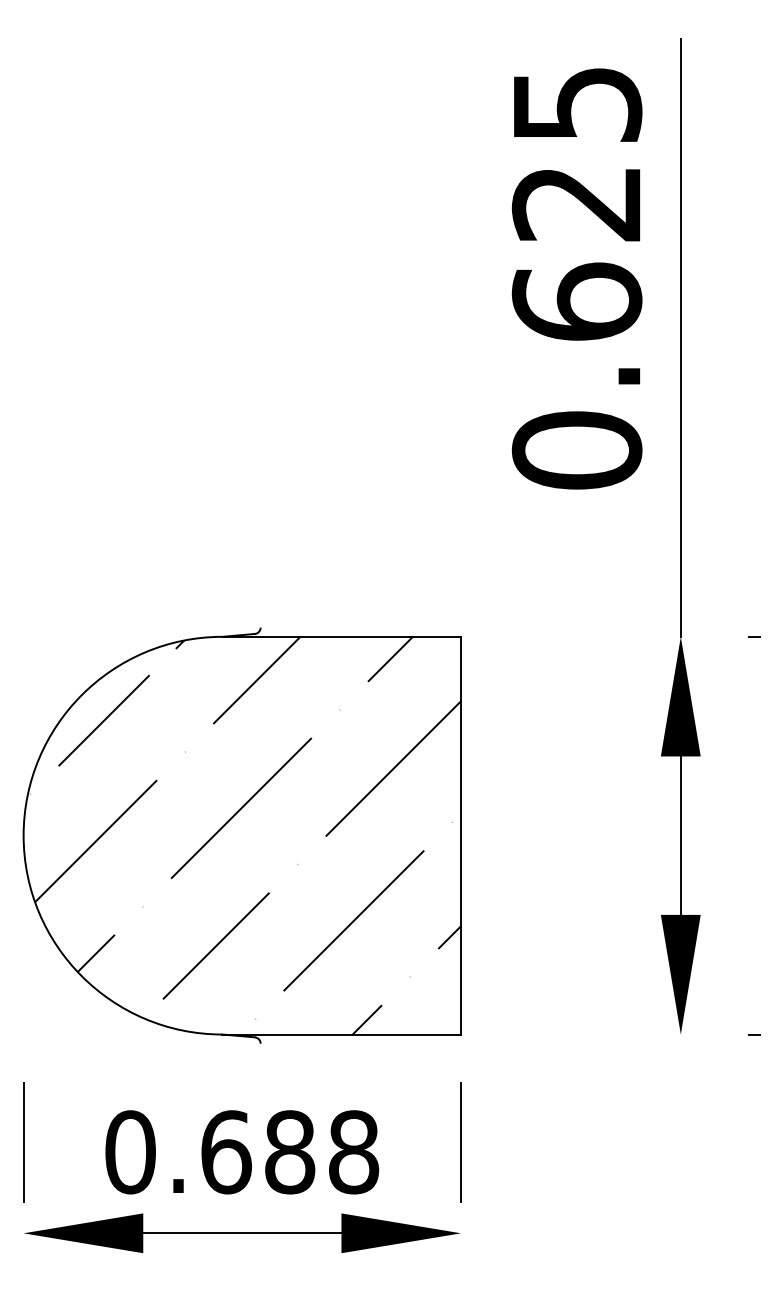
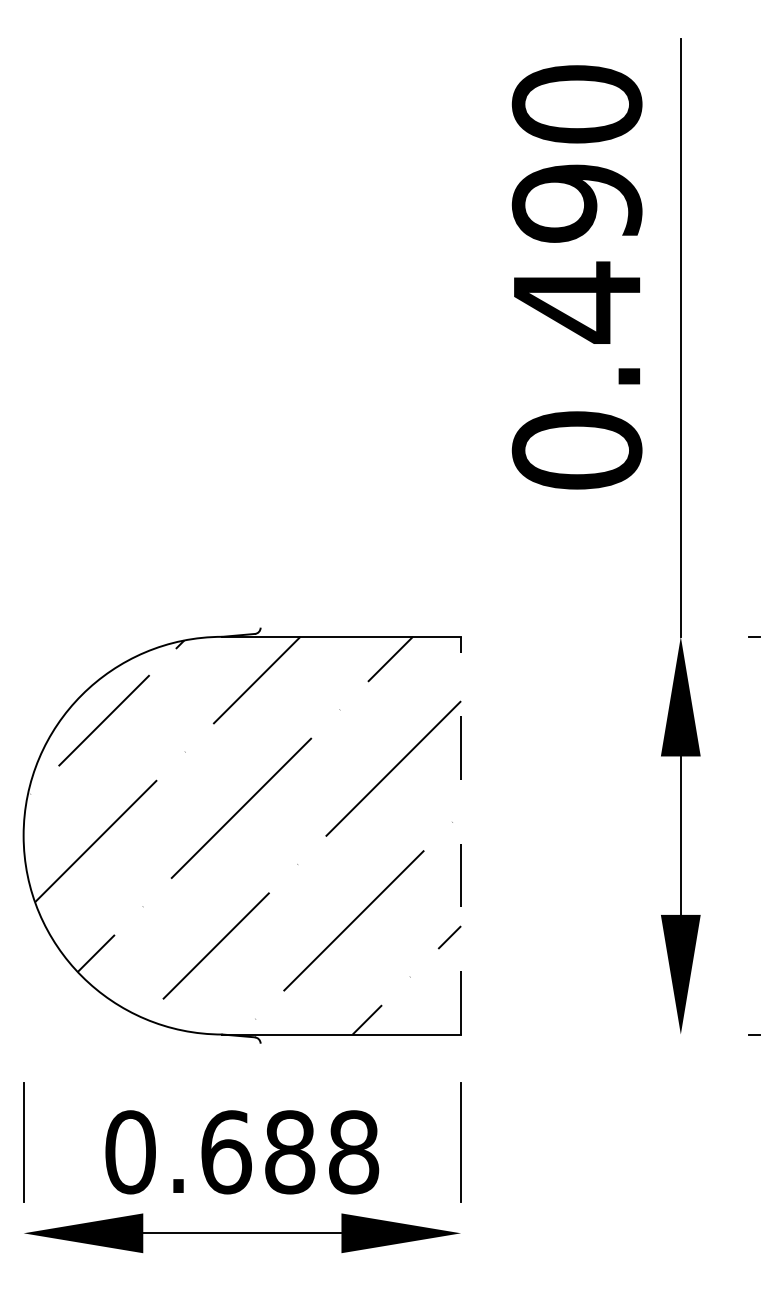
text at (576, 204): 0.625 -> 0.490
line at (461, 835): solid -> dashed
